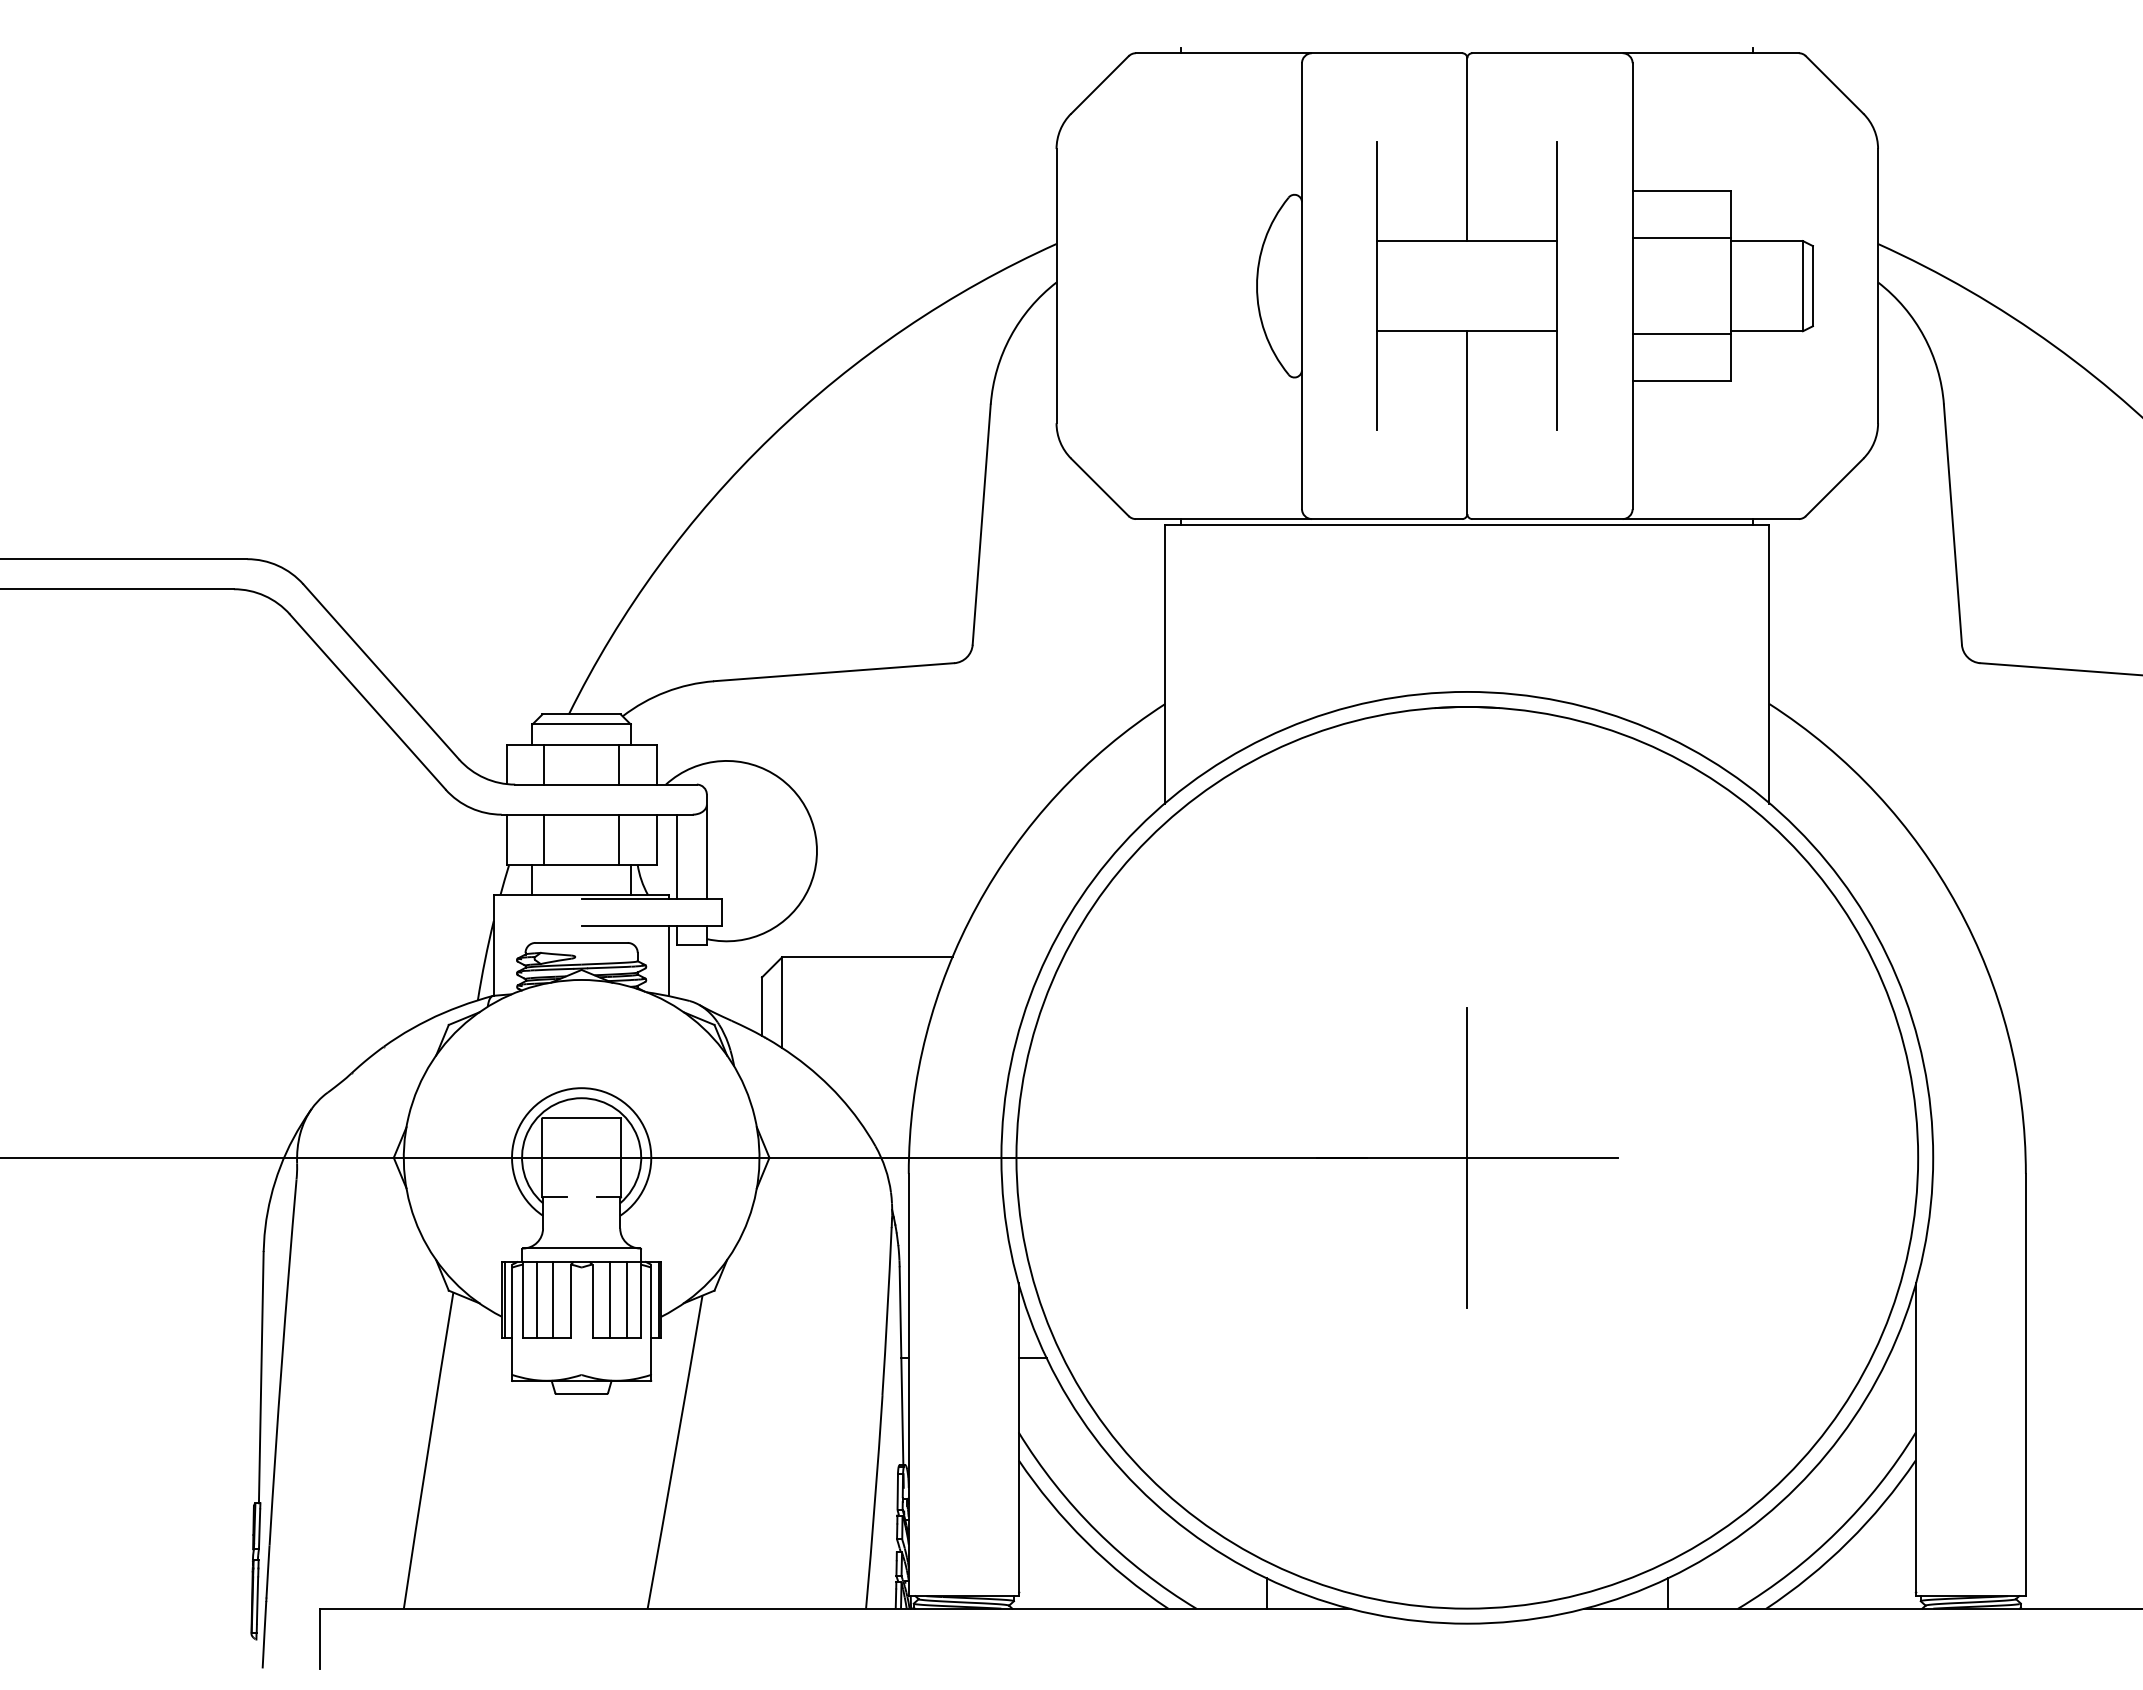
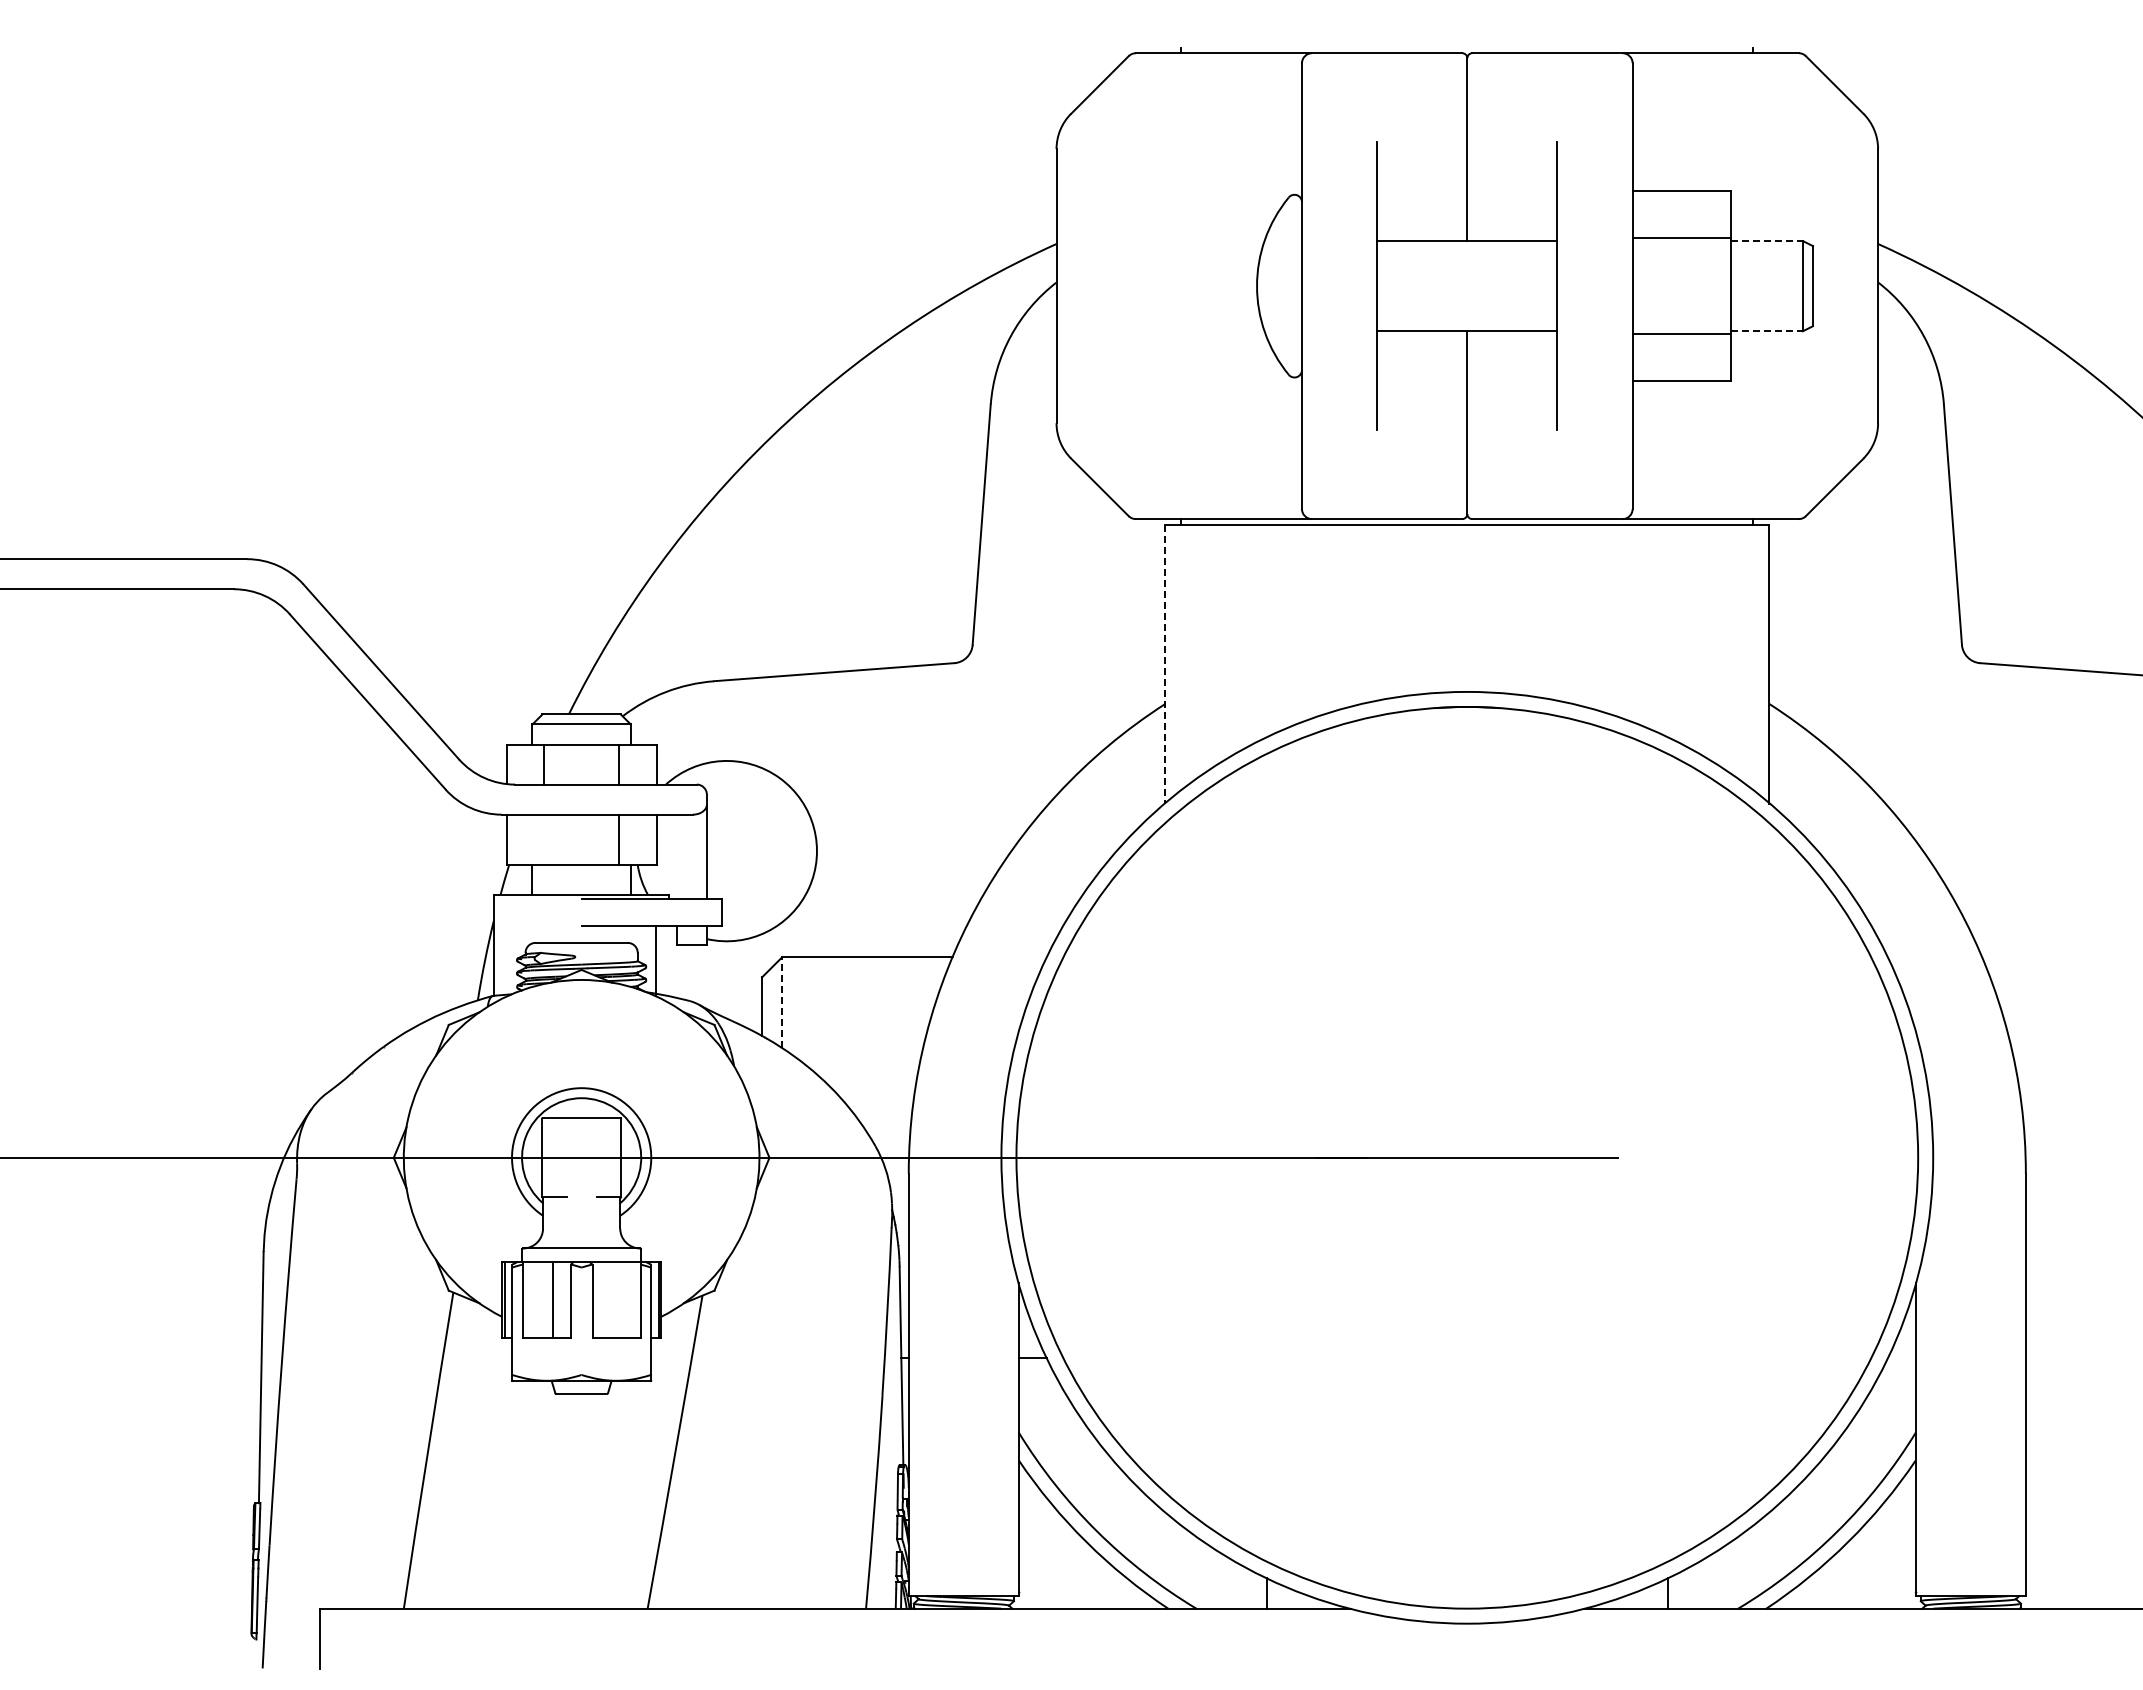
line at (1767, 241): solid -> dashed
line at (1767, 331): solid -> dashed
line at (1165, 664): solid -> dashed
line at (544, 839): present -> none
line at (676, 856): present -> none
line at (669, 961) position: (669, 961) -> (656, 961)
line at (782, 1002): solid -> dashed
line at (1467, 1157): present -> none
line at (536, 1299): present -> none
line at (610, 1299): present -> none
line at (626, 1299): present -> none
